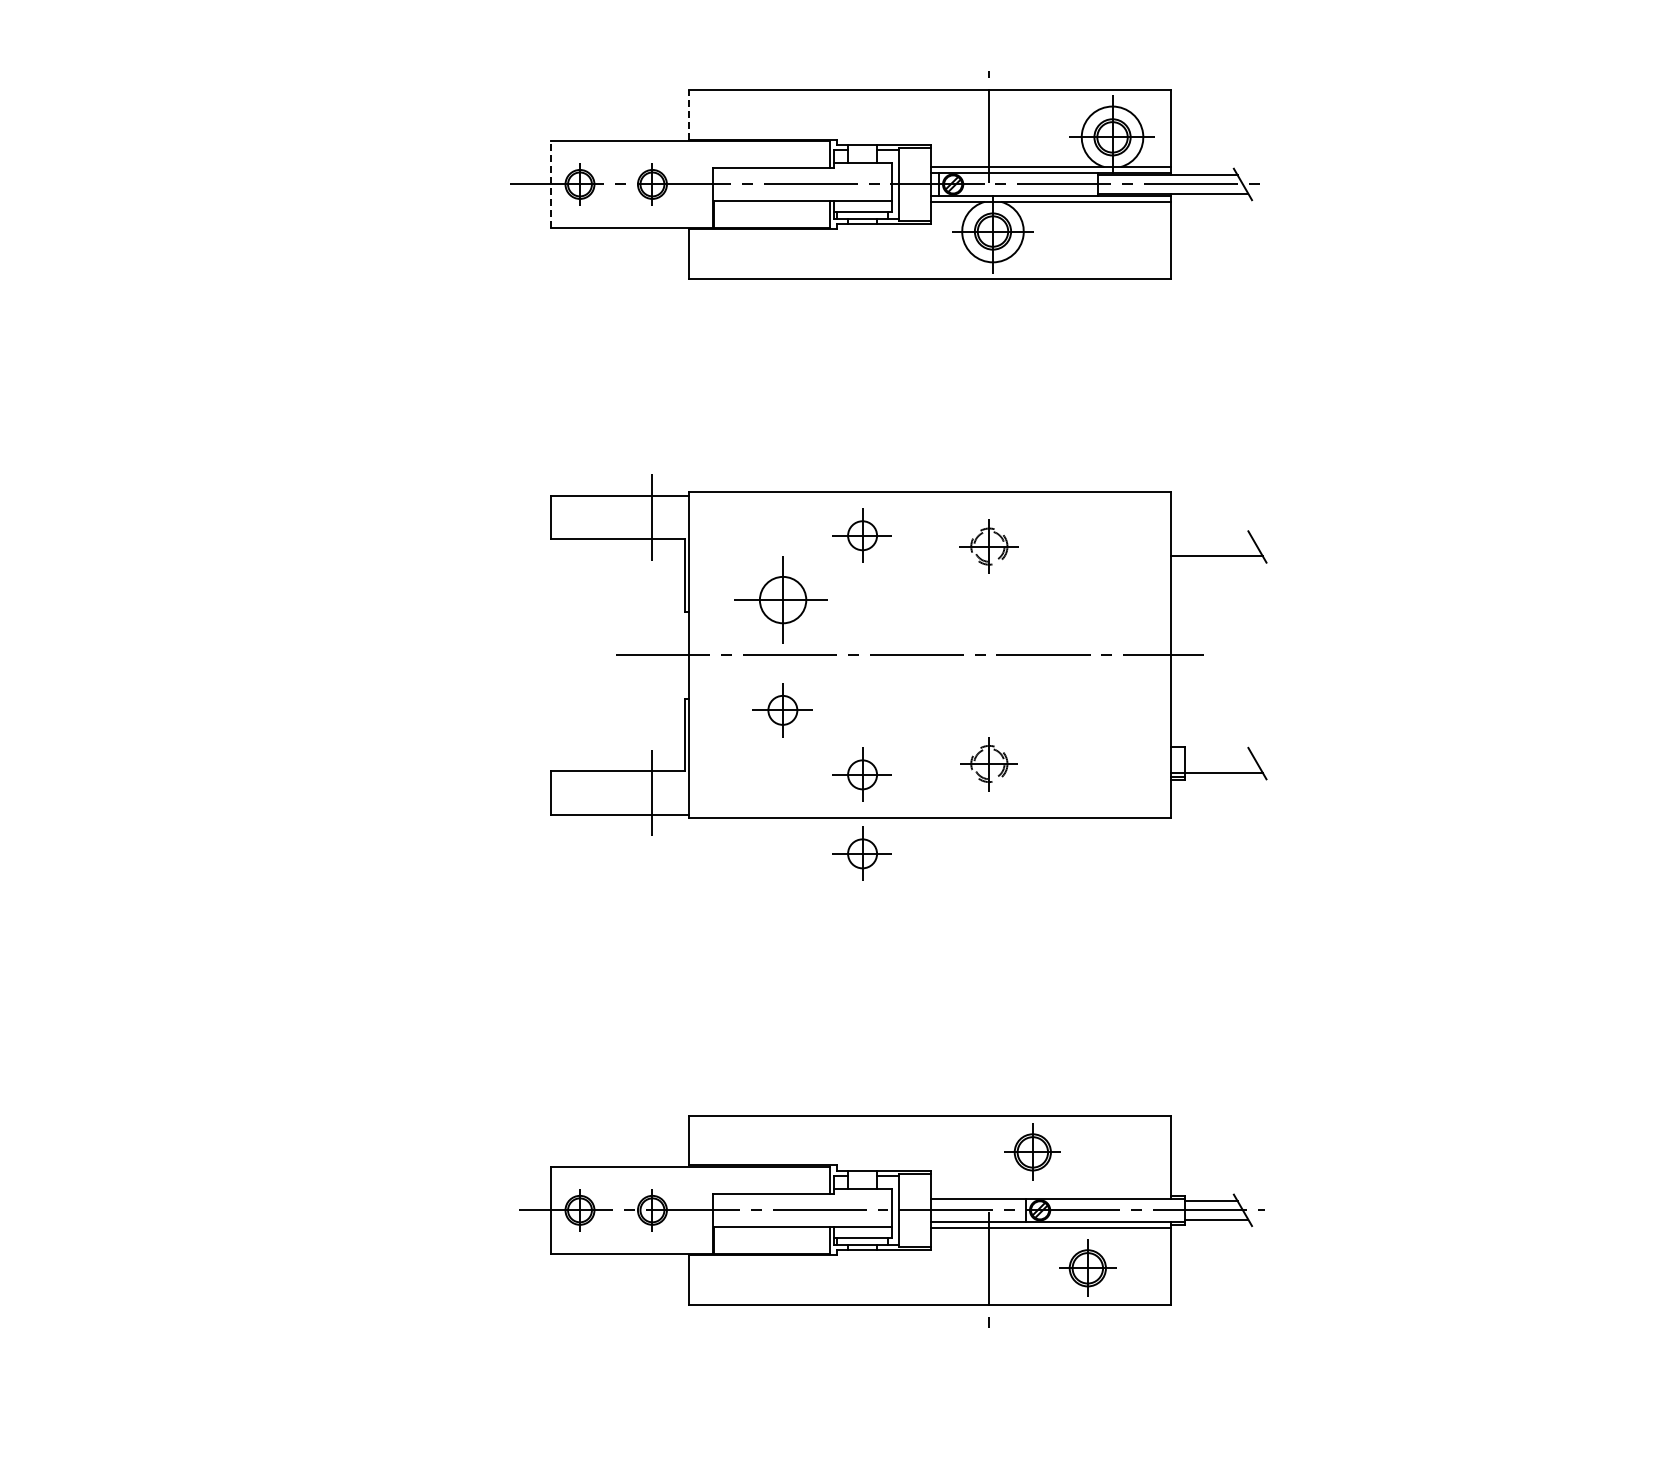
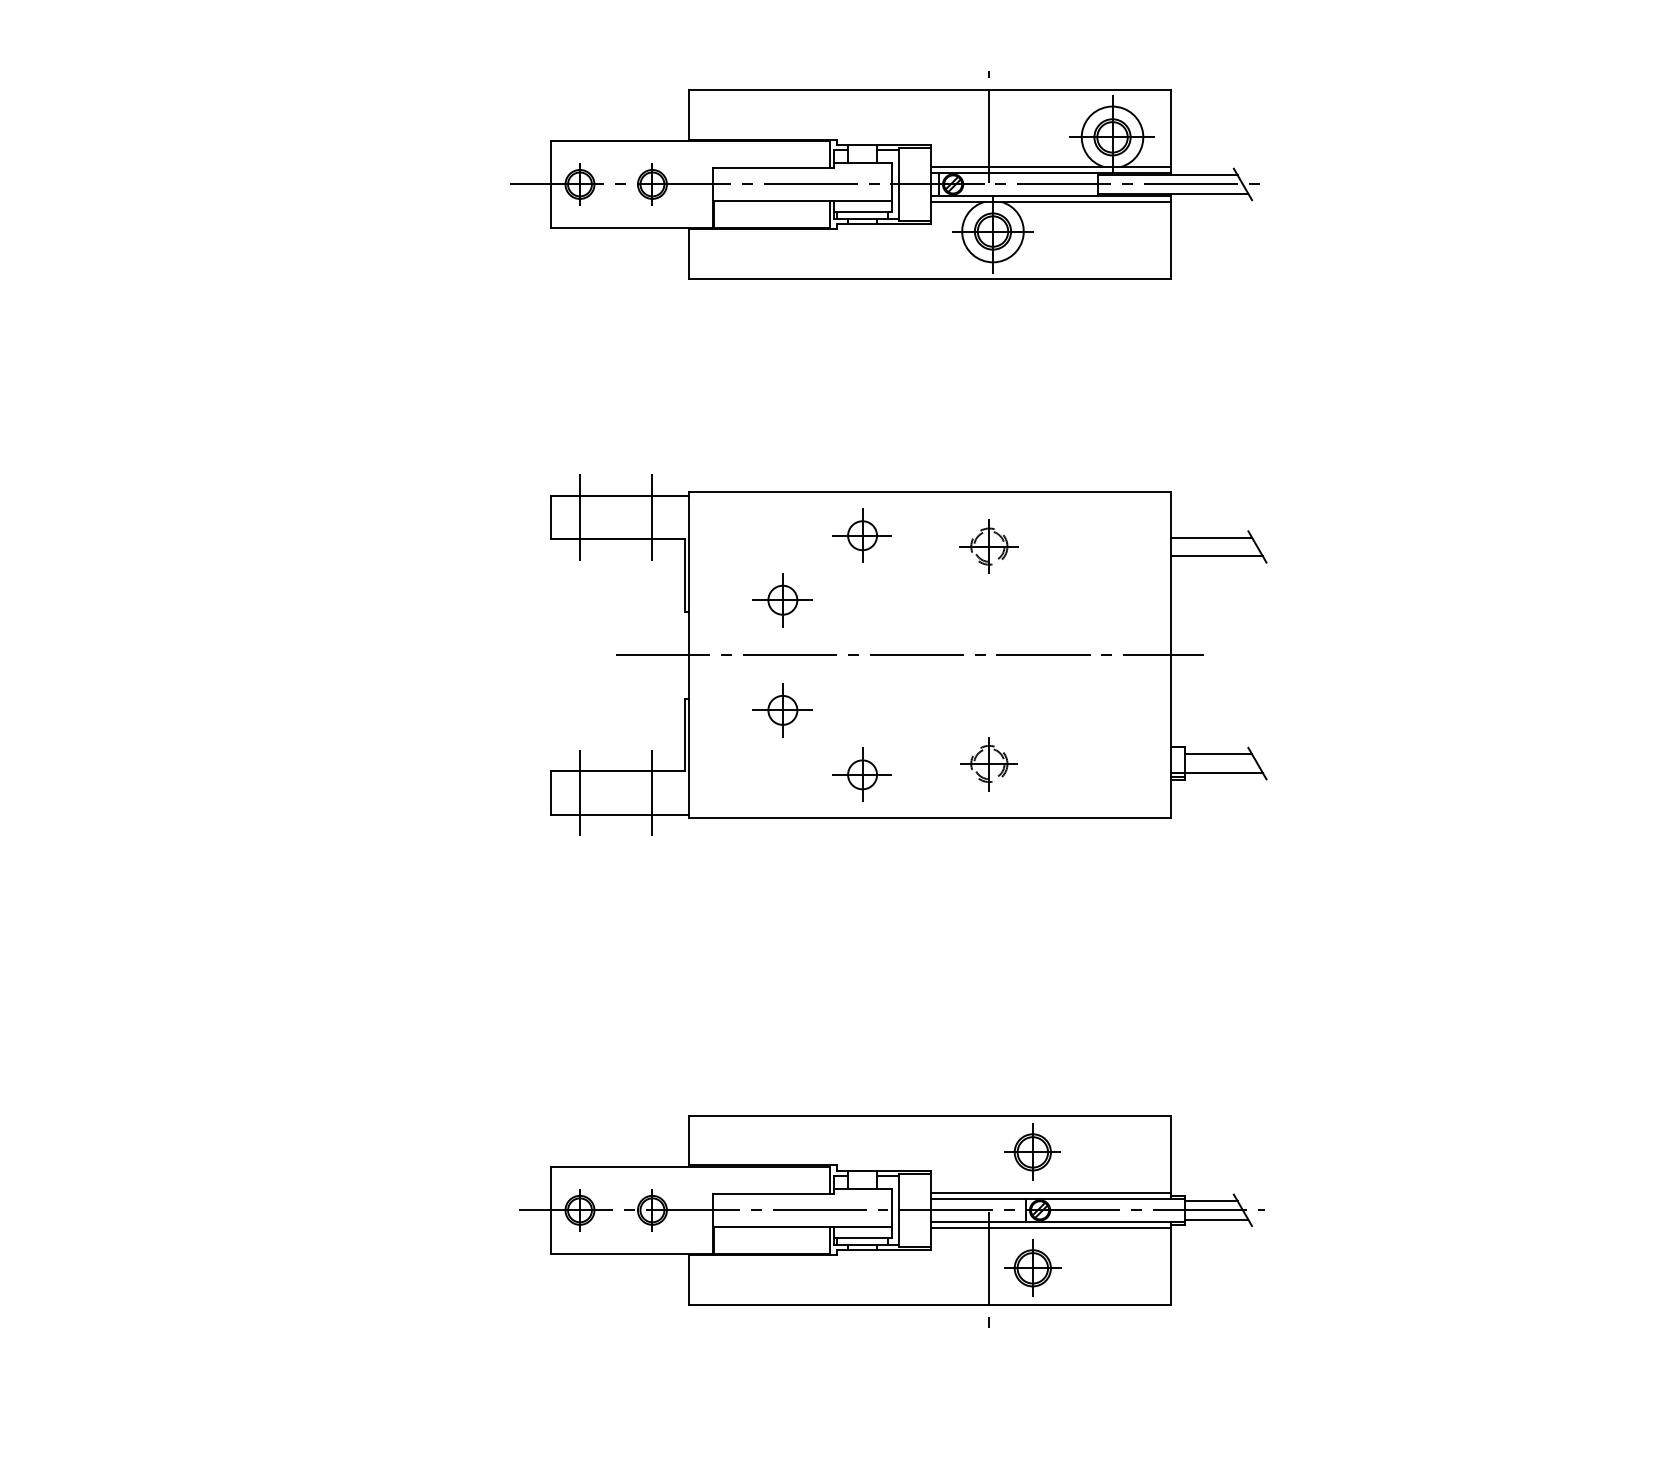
line at (688, 114): dashed -> solid
line at (551, 183): dashed -> solid
line at (580, 517): none -> present
line at (1211, 537): none -> present
part at (780, 599) size: 94x88 px -> 61x55 px
line at (1218, 754): none -> present
line at (580, 792): none -> present
part at (861, 853): present -> none
line at (1050, 1192): none -> present
part at (1087, 1267) position: (1087, 1267) -> (1032, 1267)
